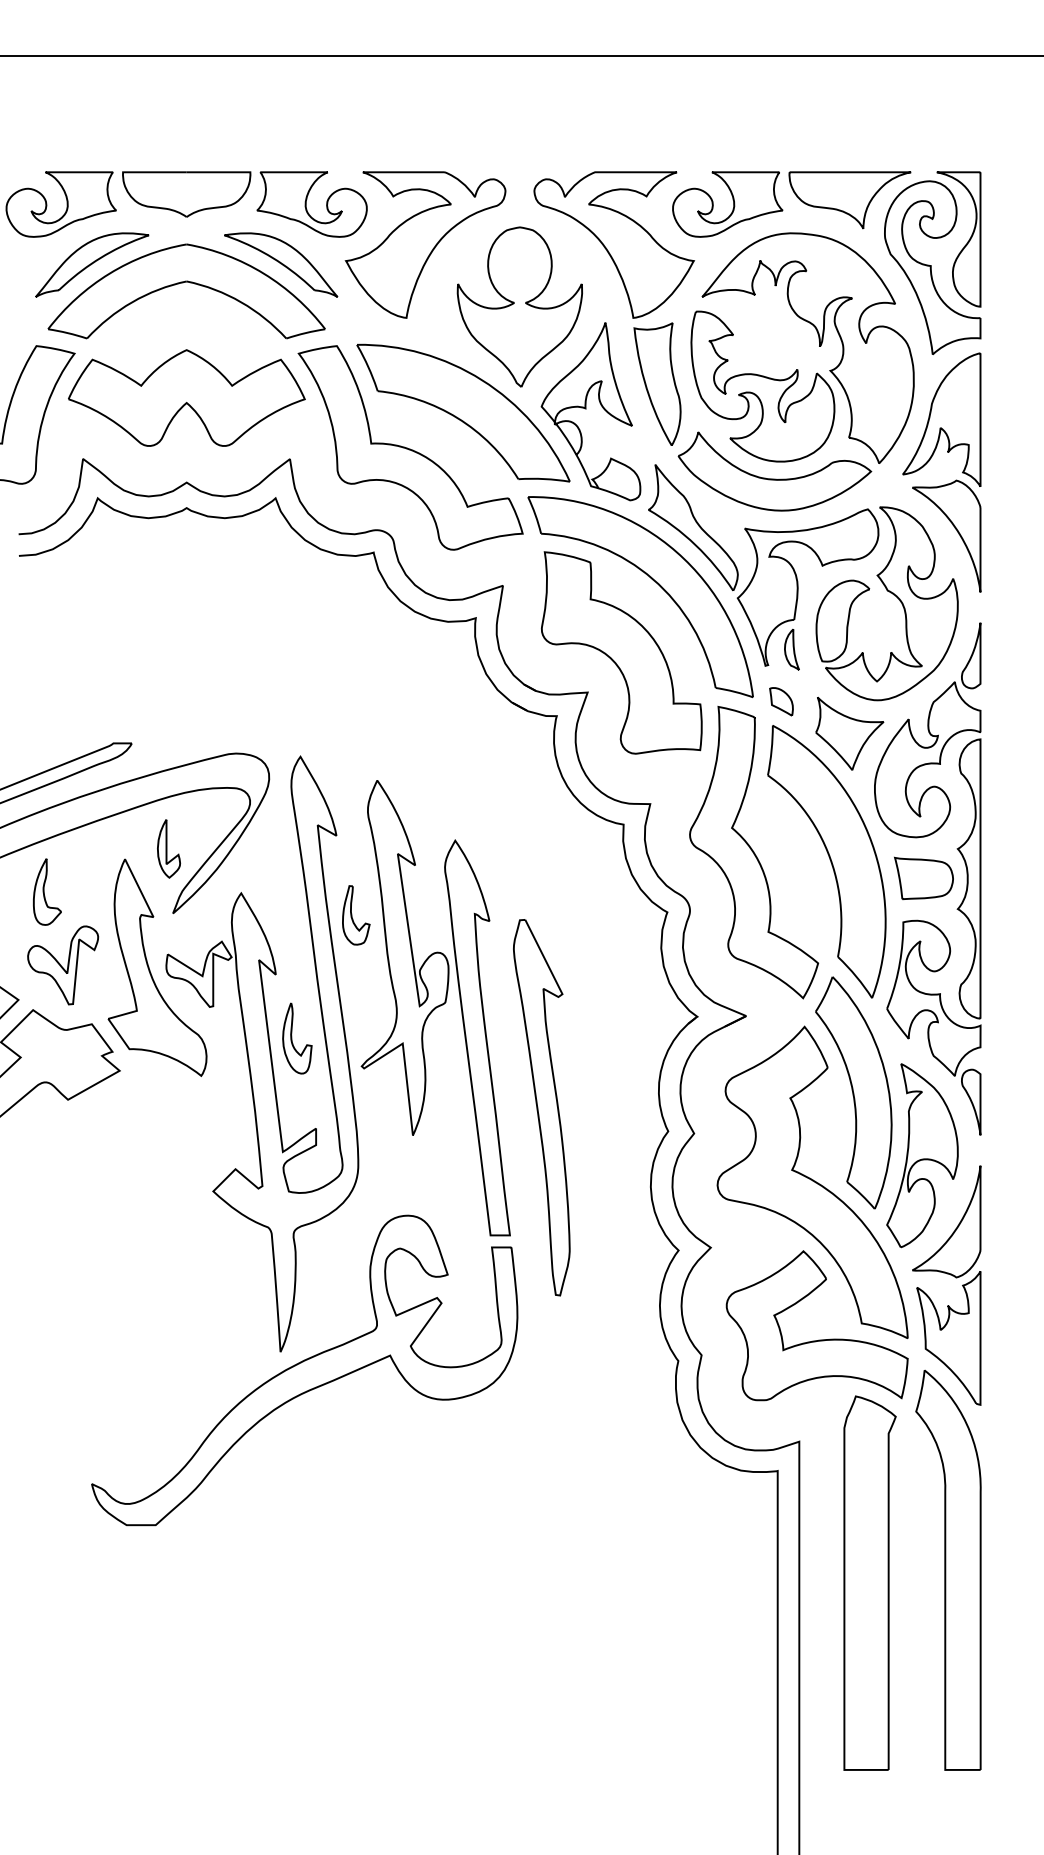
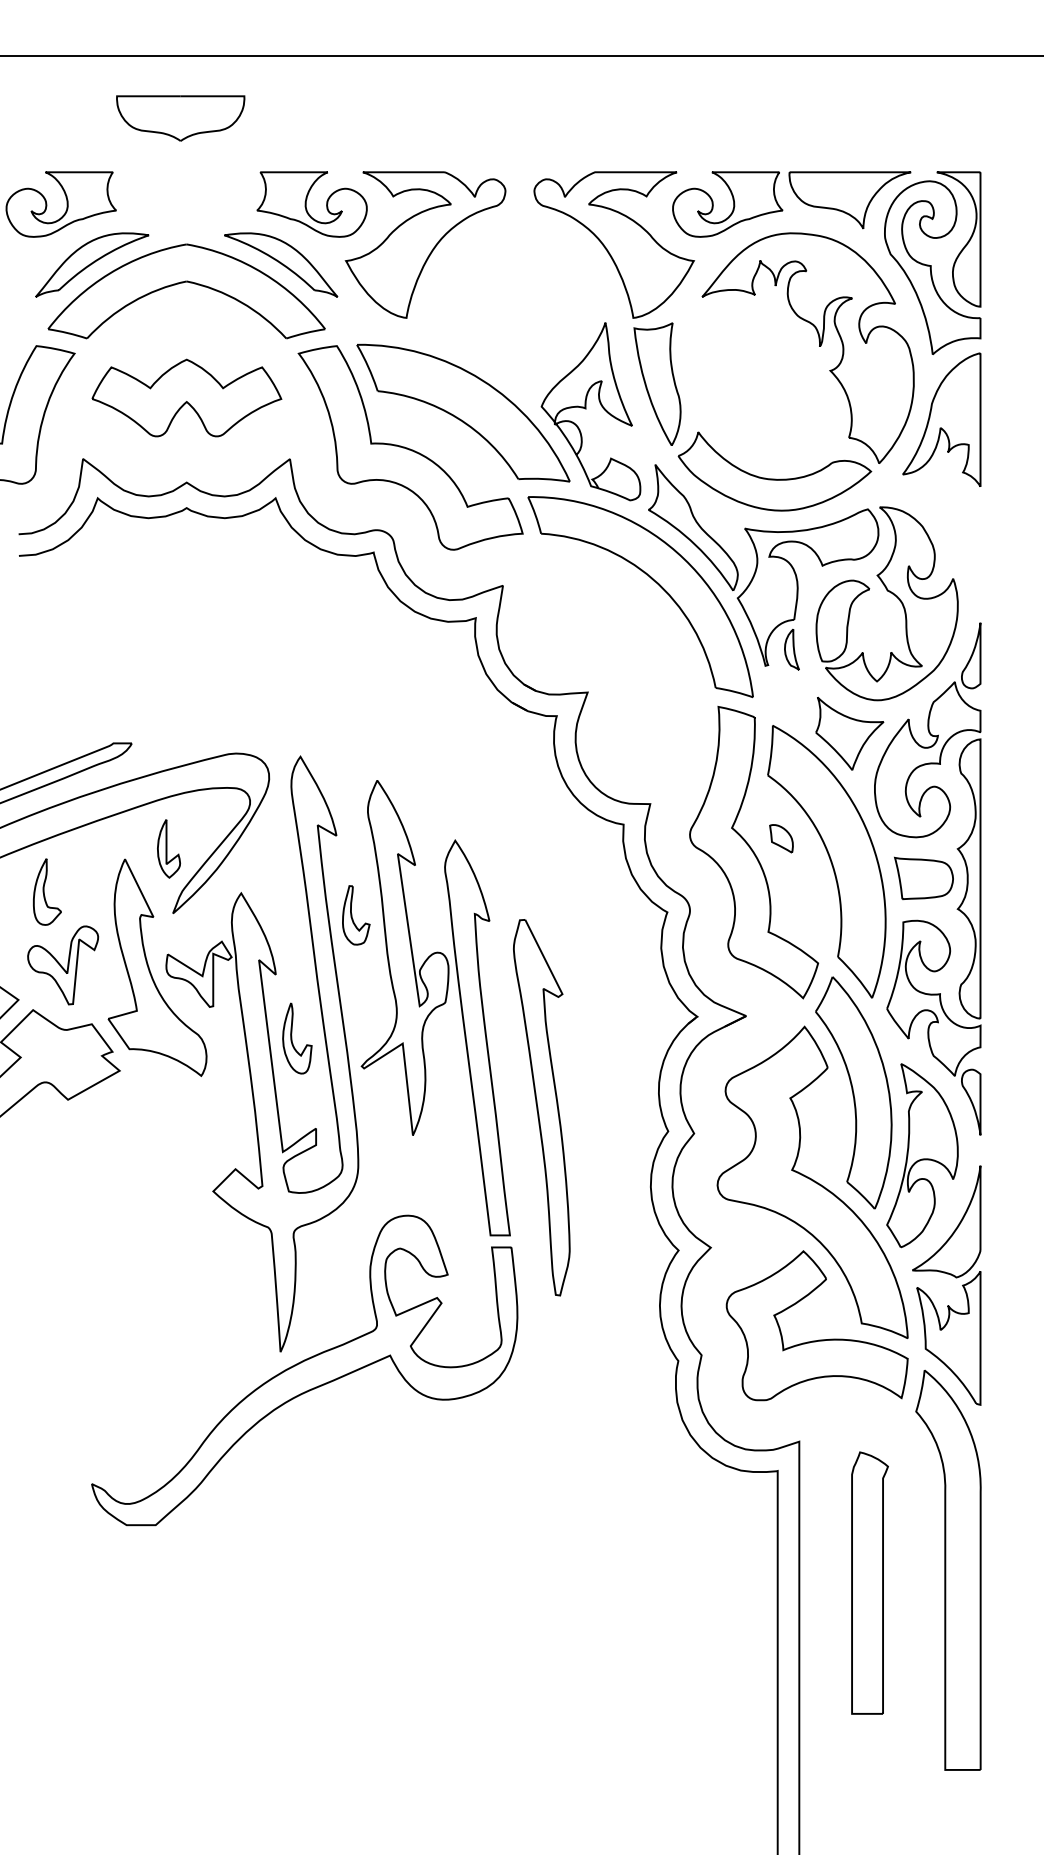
part at (186, 194) position: (186, 194) -> (180, 118)
part at (519, 306): present -> none
part at (762, 386): present -> none
part at (186, 397) size: 238x98 px -> 192x80 px
part at (954, 528): present -> none
part at (621, 652): present -> none
part at (781, 701) position: (781, 701) -> (781, 838)
part at (869, 1582) size: 54x376 px -> 38x264 px
